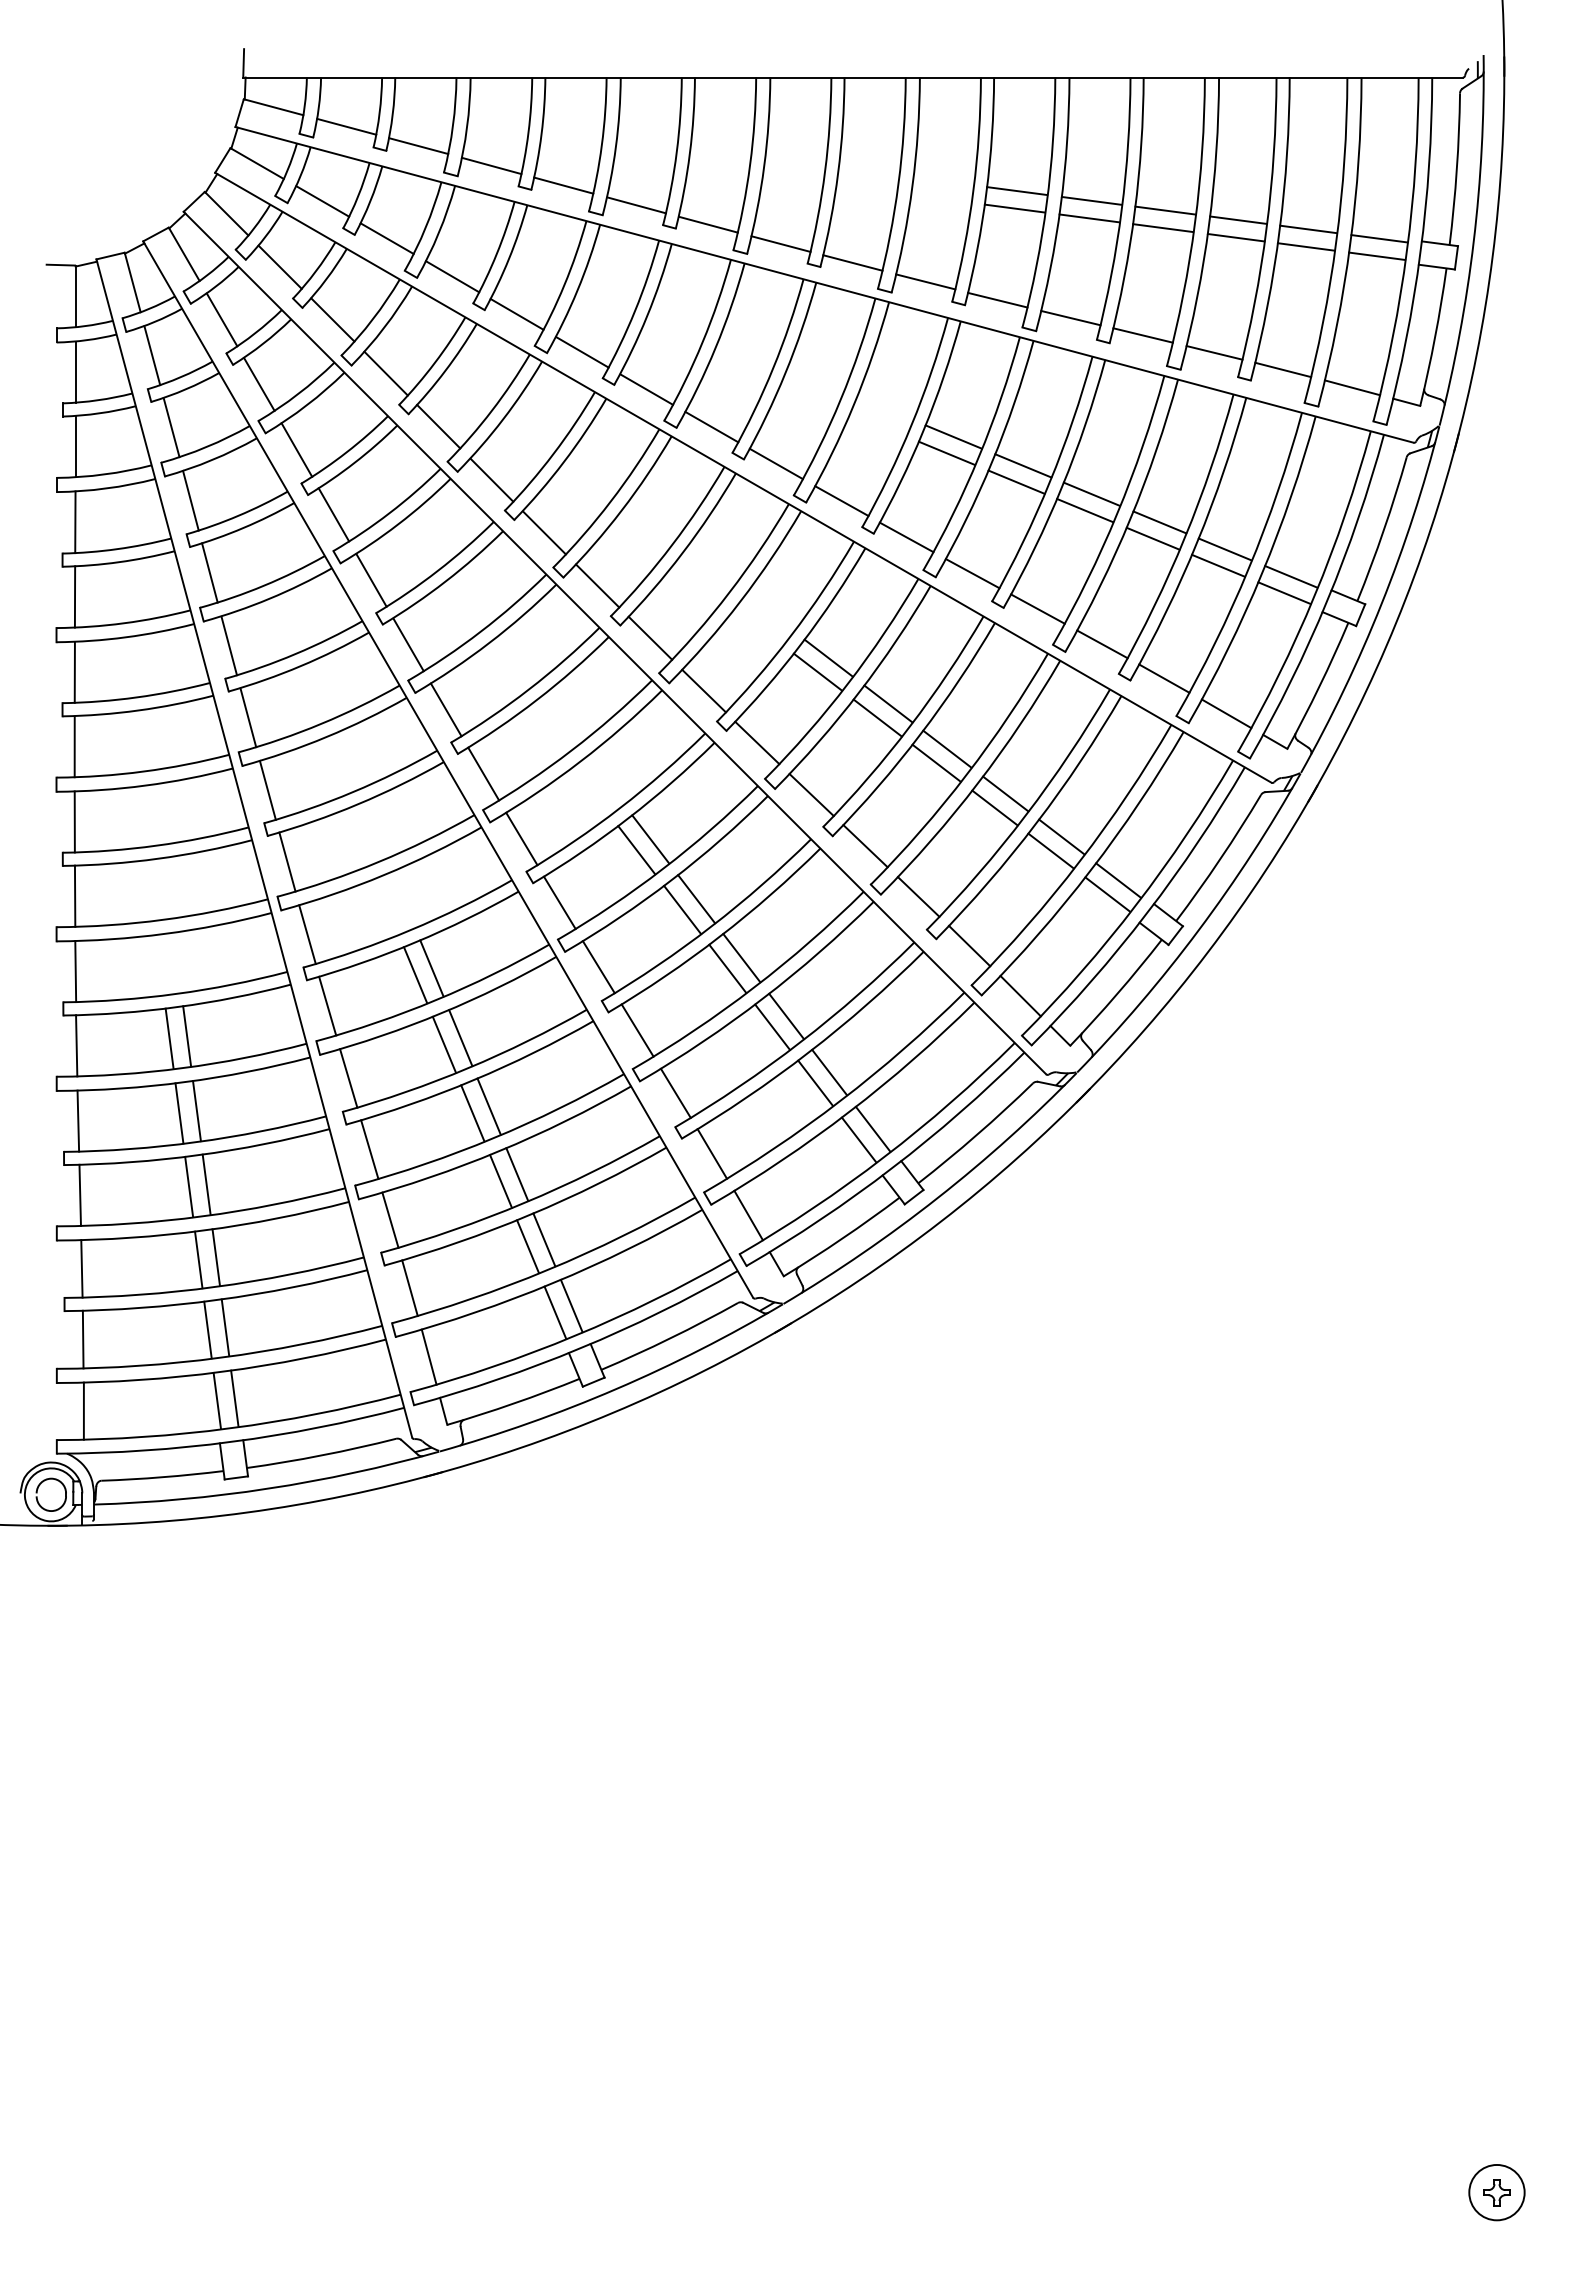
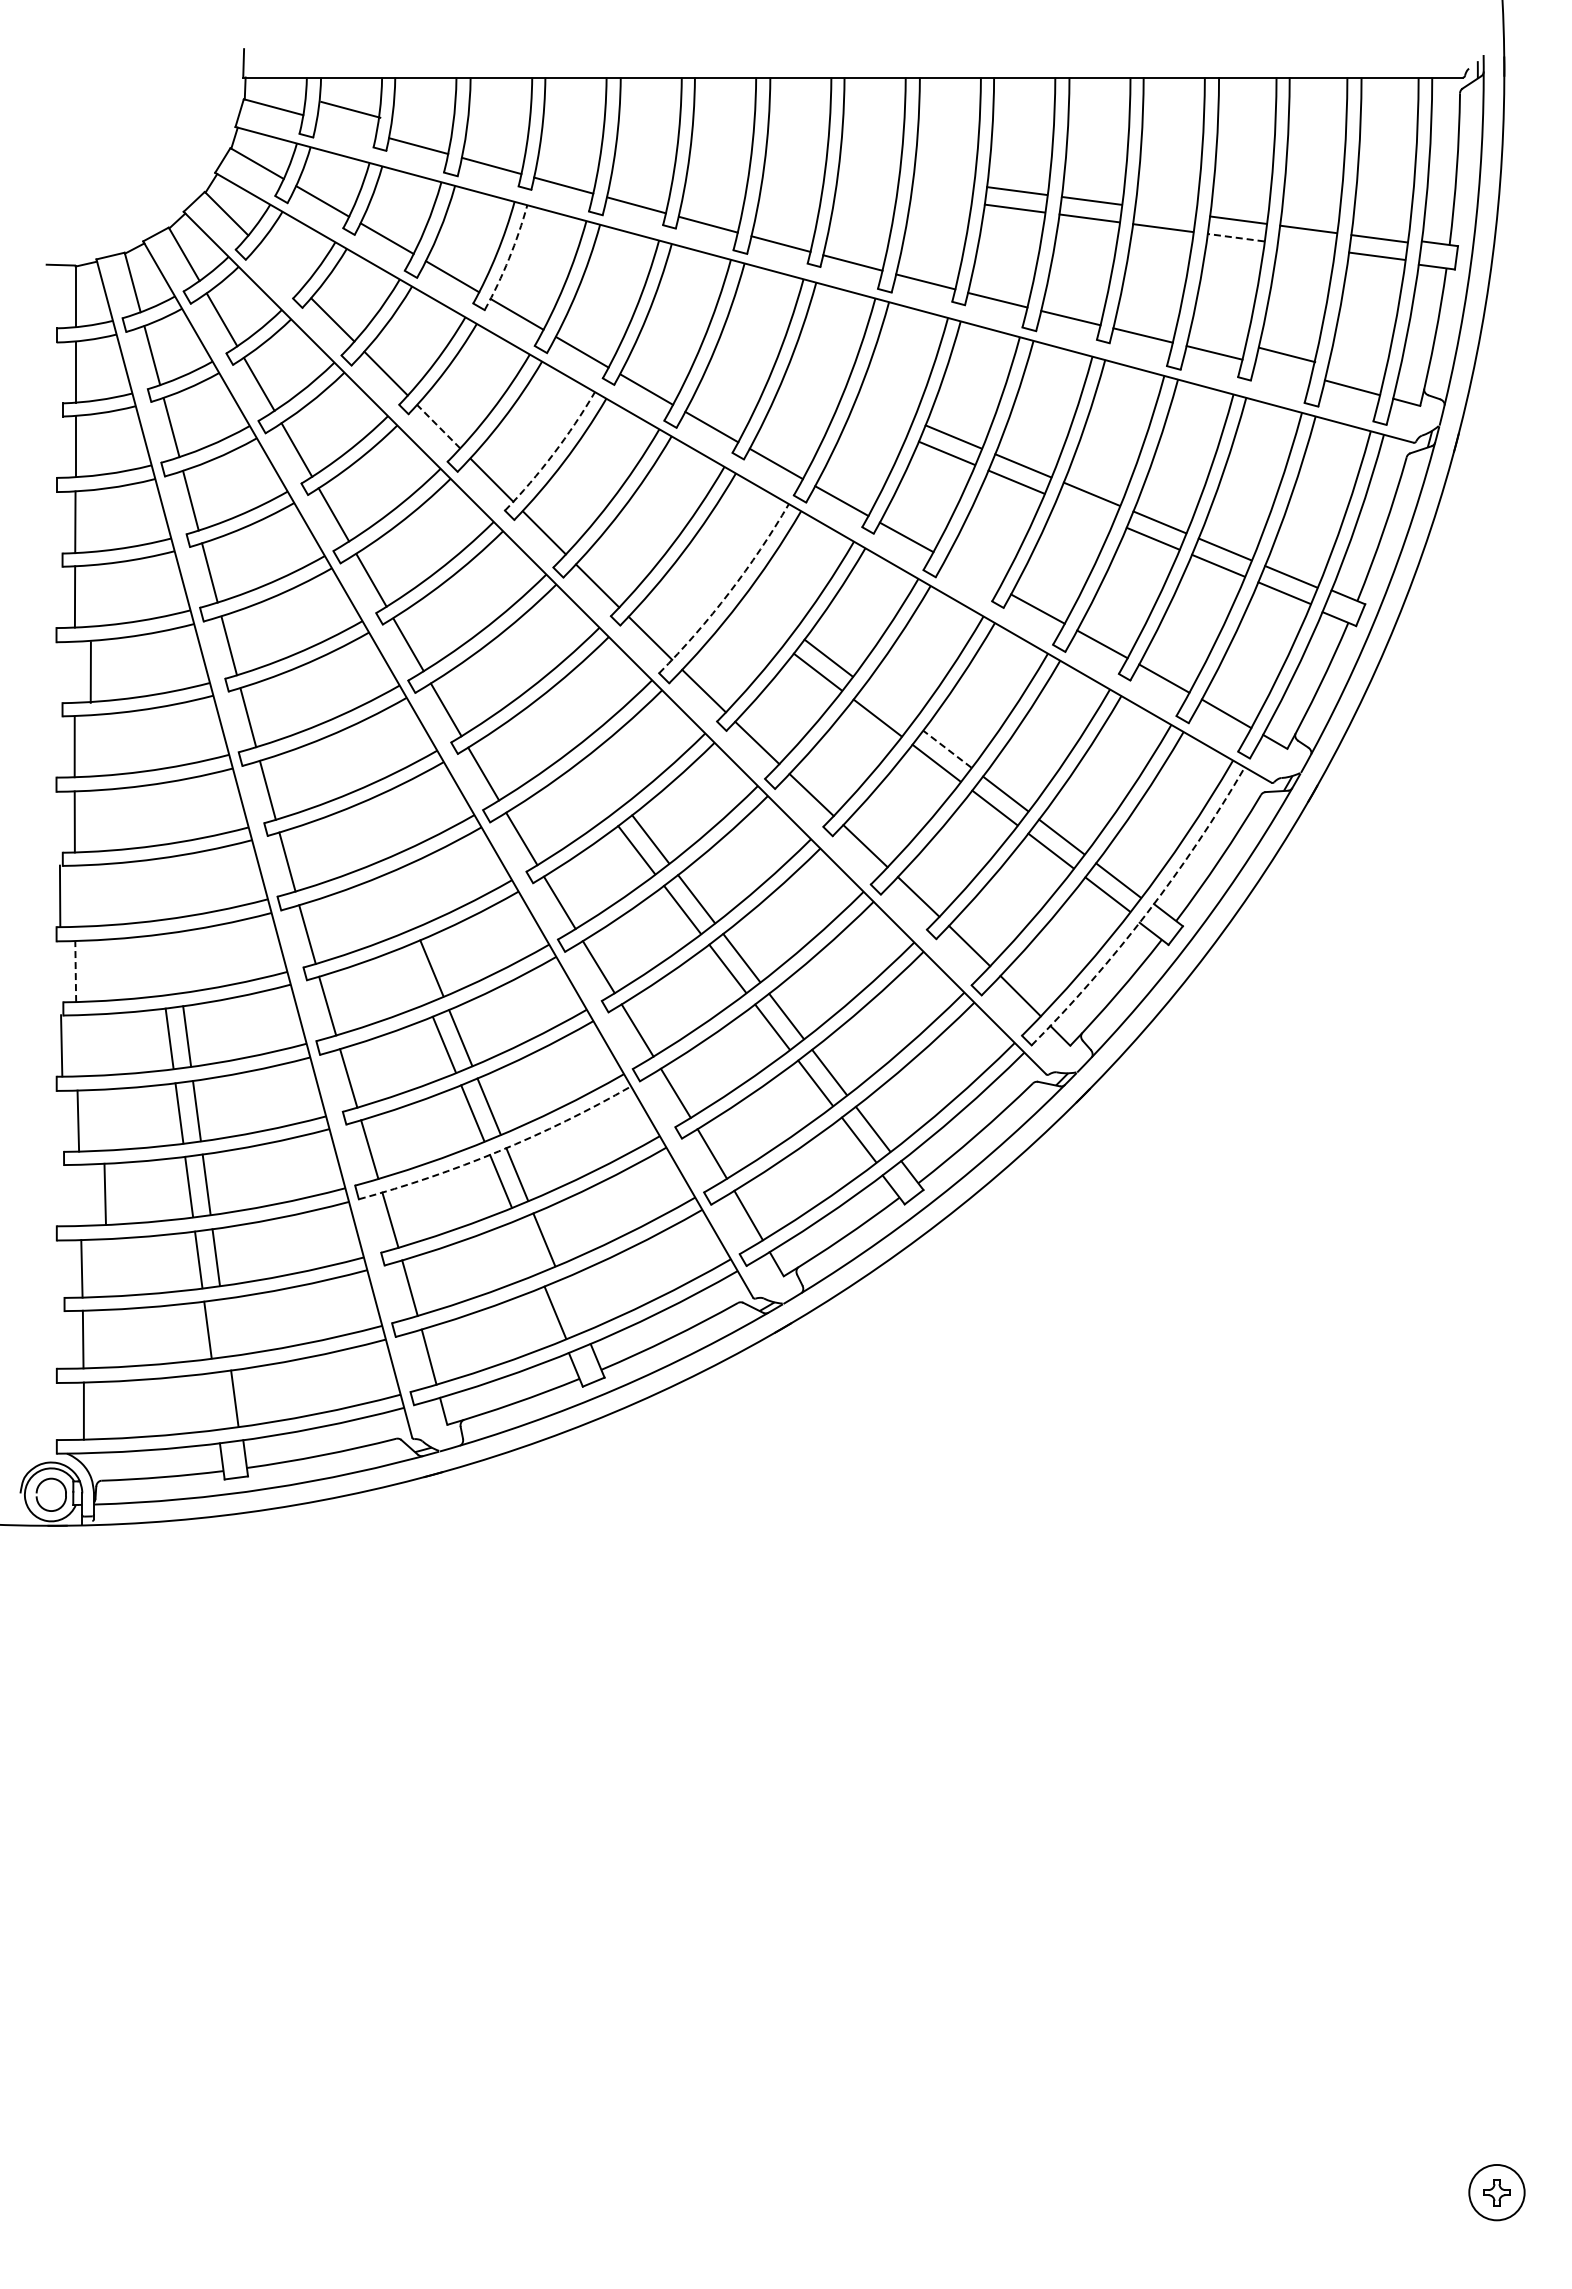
line at (346, 126) position: (346, 126) -> (350, 109)
line at (1165, 210): present -> none
line at (1236, 237): solid -> dashed
line at (1305, 246): present -> none
arc at (509, 258): solid -> dashed
line at (279, 266): present -> none
line at (1283, 369) position: (1283, 369) -> (1287, 354)
line at (438, 426): solid -> dashed
arc at (553, 454): solid -> dashed
line at (1085, 510): present -> none
line at (972, 573): present -> none
arc at (729, 592): solid -> dashed
line at (74, 672) position: (74, 672) -> (90, 672)
line at (888, 703): present -> none
line at (946, 748): solid -> dashed
line at (74, 895) position: (74, 895) -> (59, 895)
arc at (1147, 913): solid -> dashed
line at (75, 971): solid -> dashed
line at (415, 975): present -> none
line at (76, 1045) position: (76, 1045) -> (61, 1045)
arc at (498, 1151): solid -> dashed
line at (79, 1194) position: (79, 1194) -> (104, 1193)
line at (527, 1246): present -> none
line at (571, 1305): present -> none
line at (225, 1327): present -> none
line at (217, 1400): present -> none
